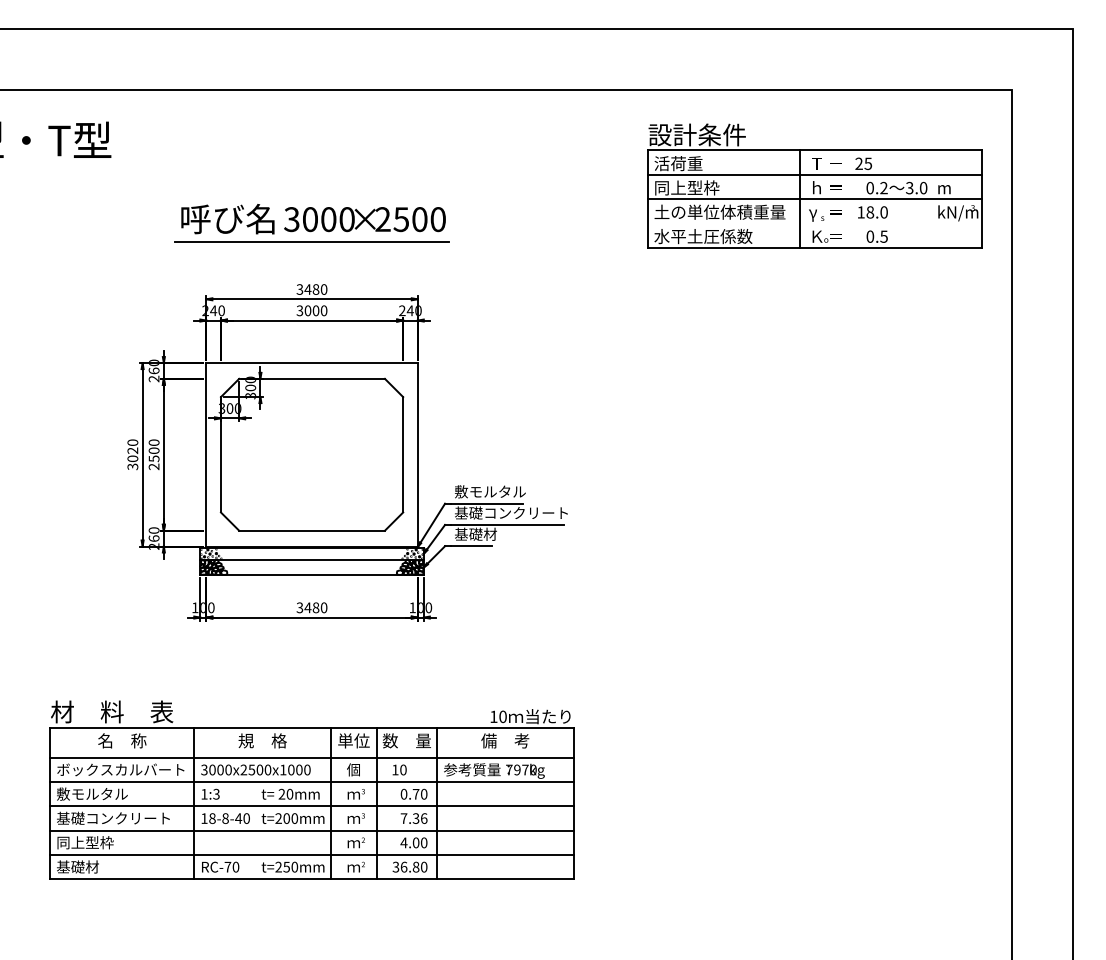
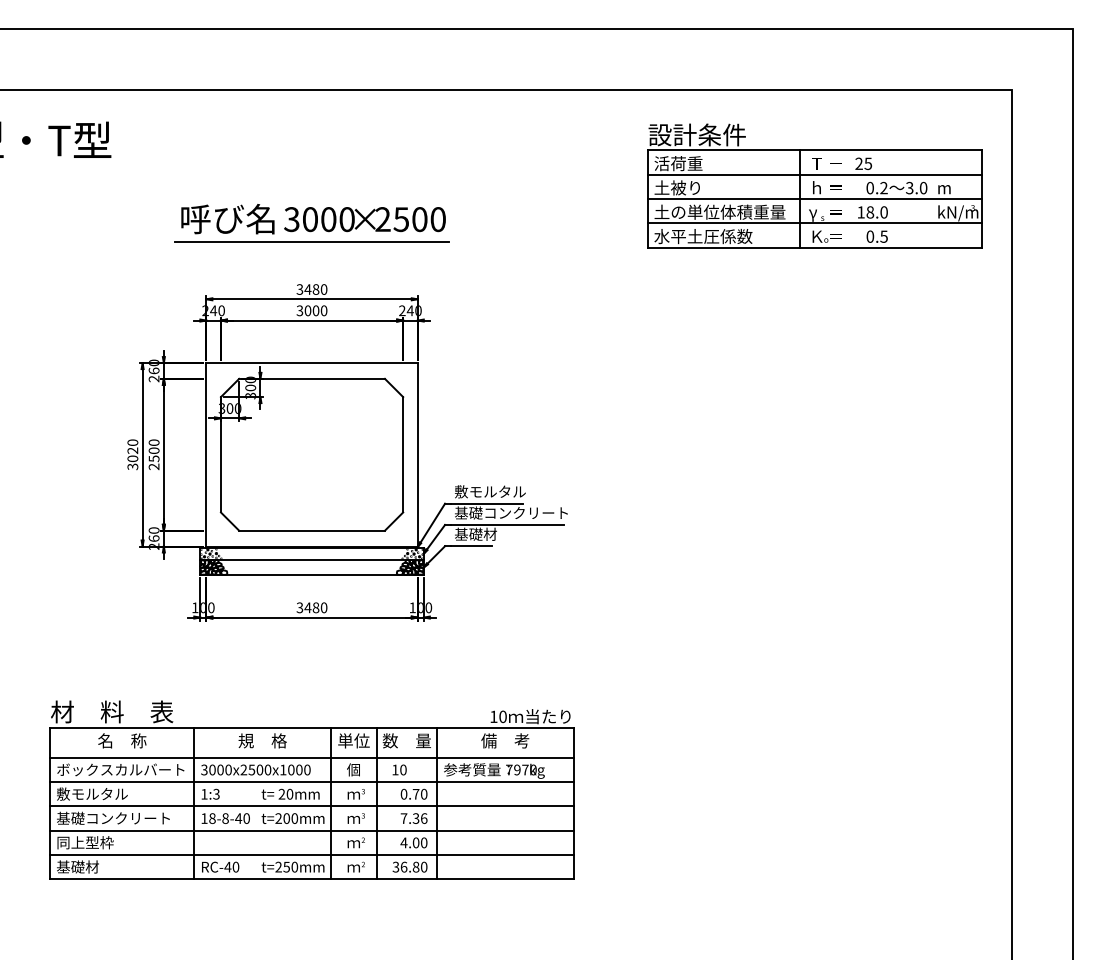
text at (686, 187): 同上型枠 -> 土被り
line at (814, 223): none -> present
text at (227, 866): RC-70 -> RC-40
